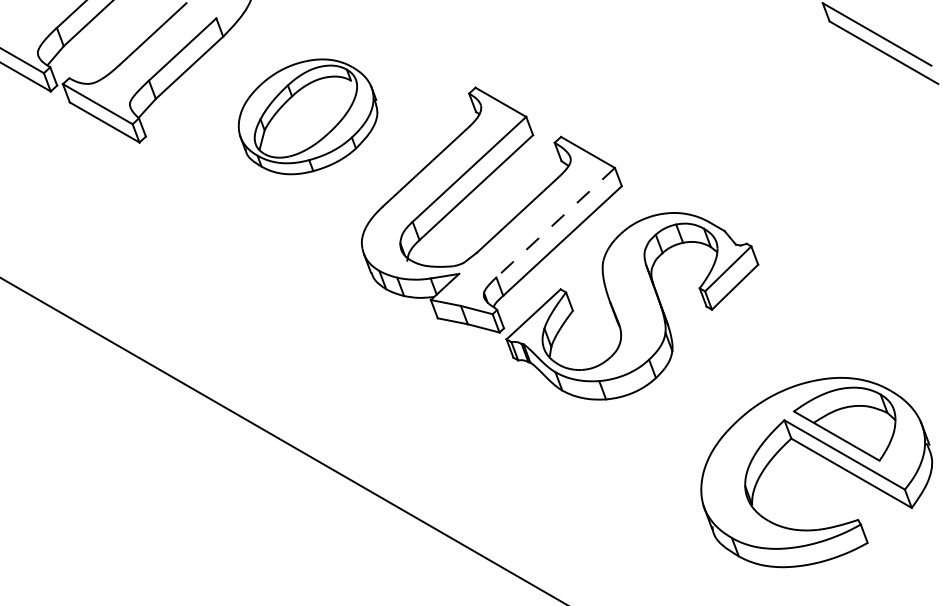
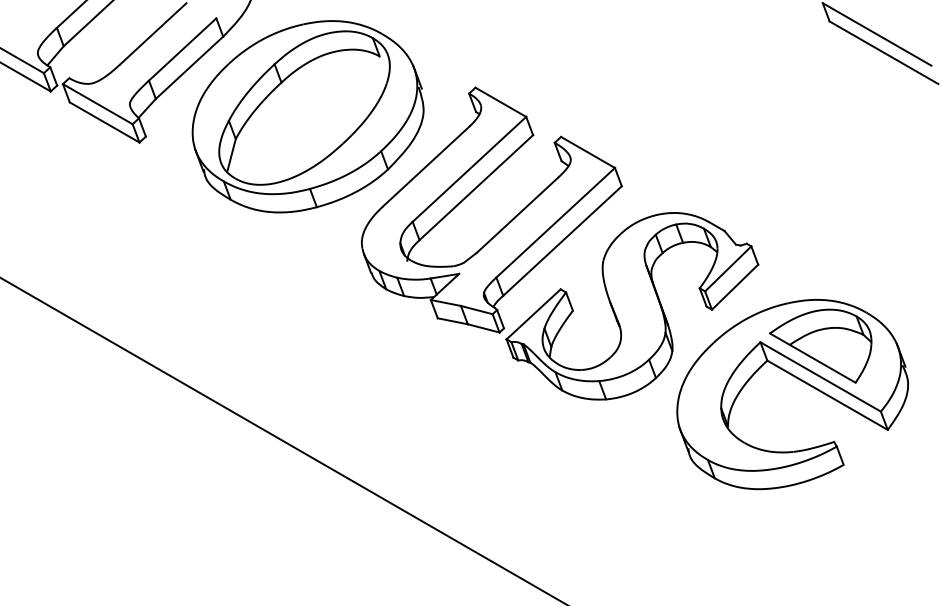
part at (307, 116) size: 142x118 px -> 234x194 px
line at (555, 222): dashed -> solid
part at (823, 458) position: (823, 458) -> (799, 380)
